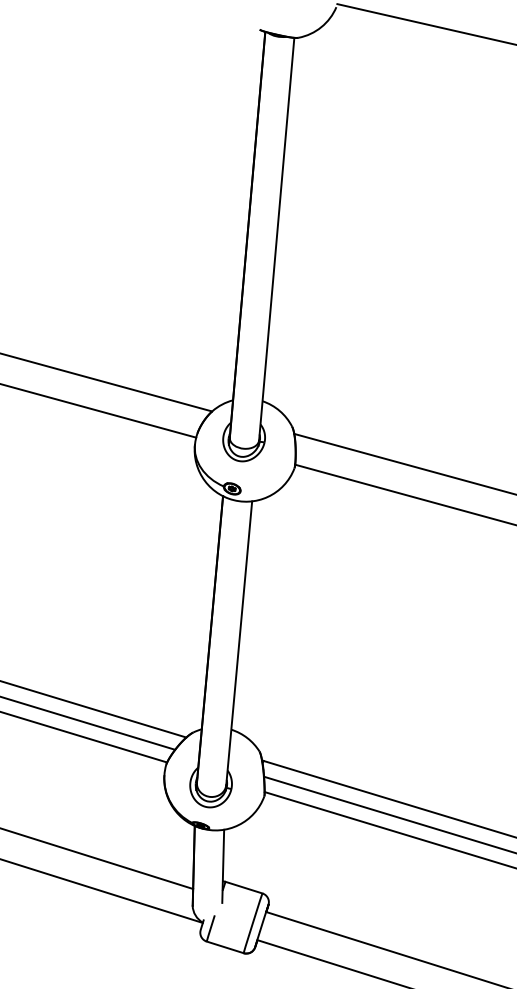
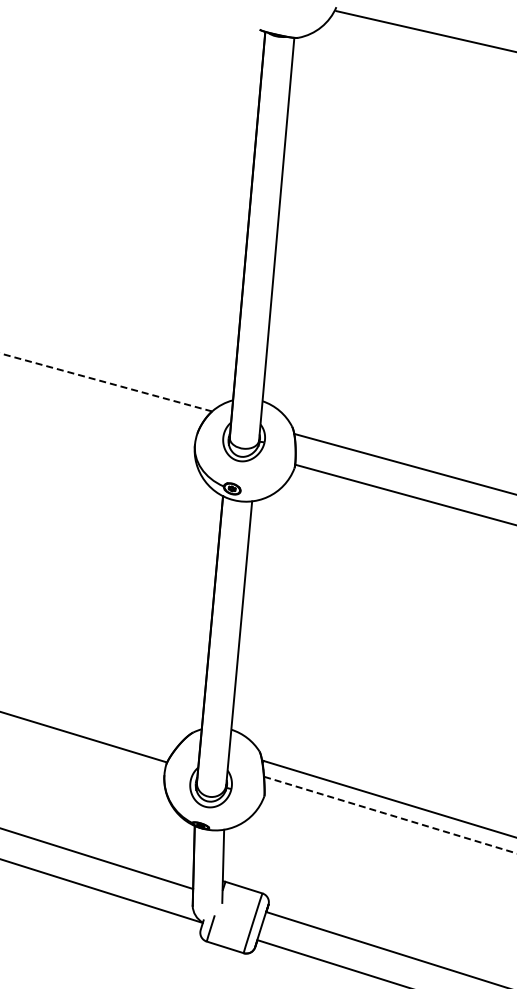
line at (425, 24) position: (425, 24) -> (424, 31)
line at (106, 382): solid -> dashed
line at (99, 410): present -> none
line at (94, 709): present -> none
line at (88, 723): present -> none
line at (390, 815): solid -> dashed
line at (388, 829): present -> none
